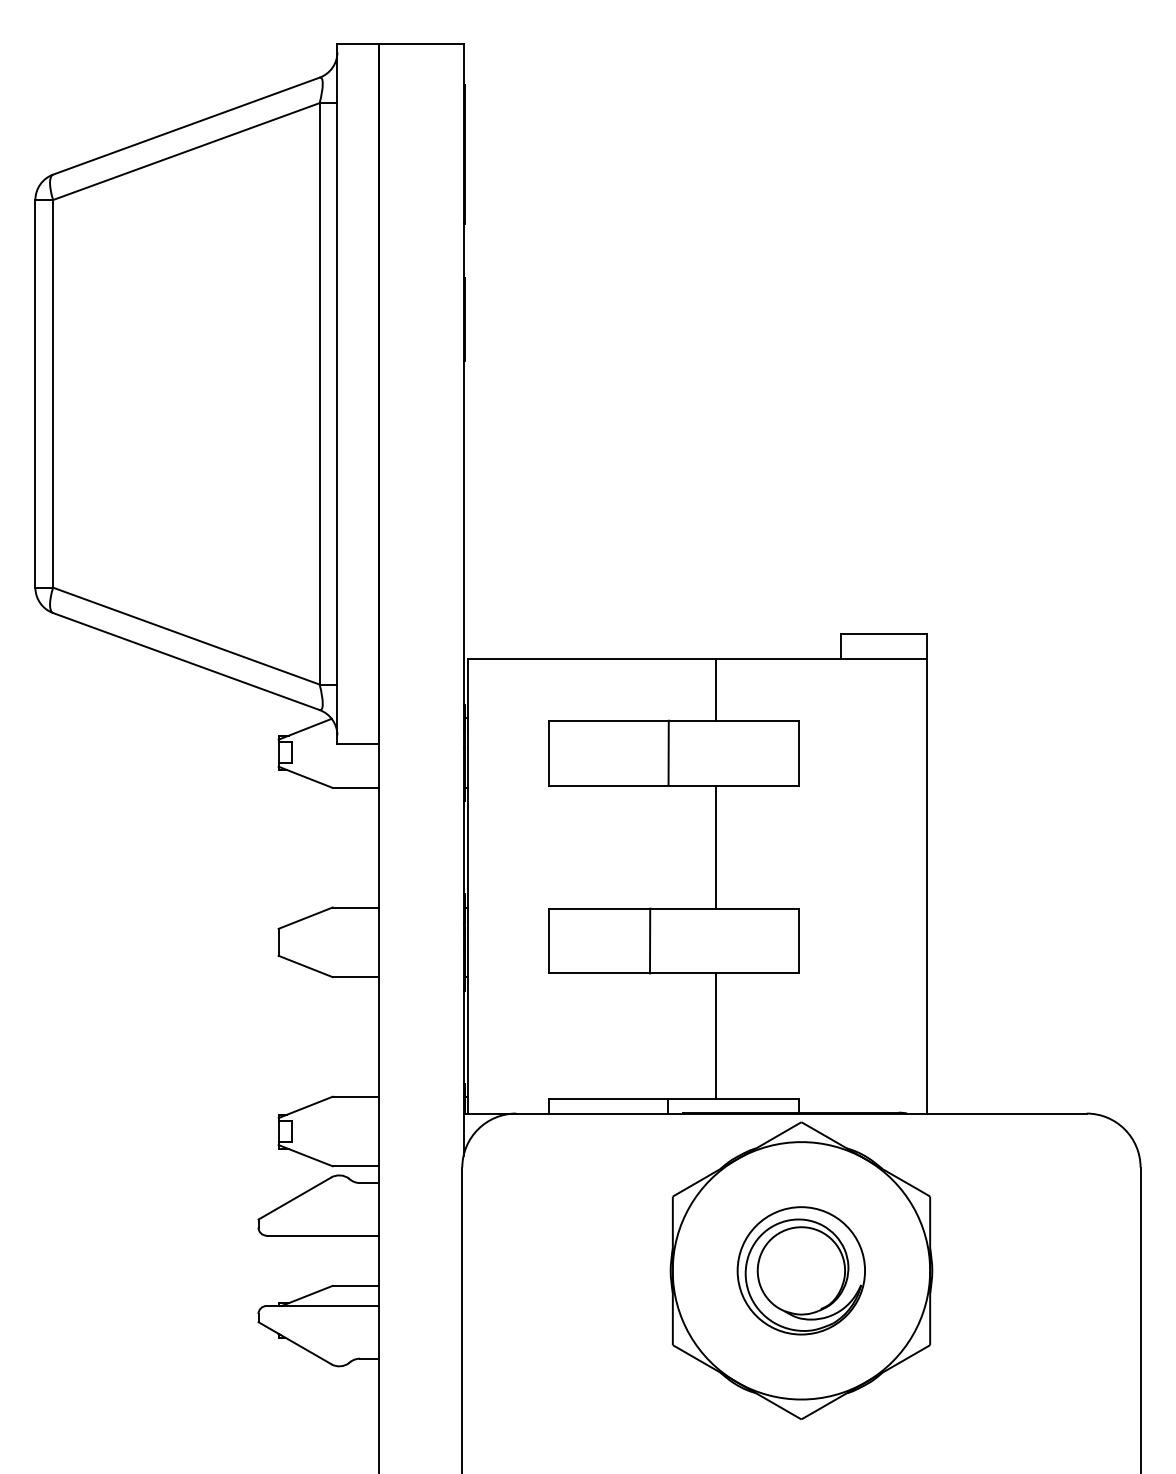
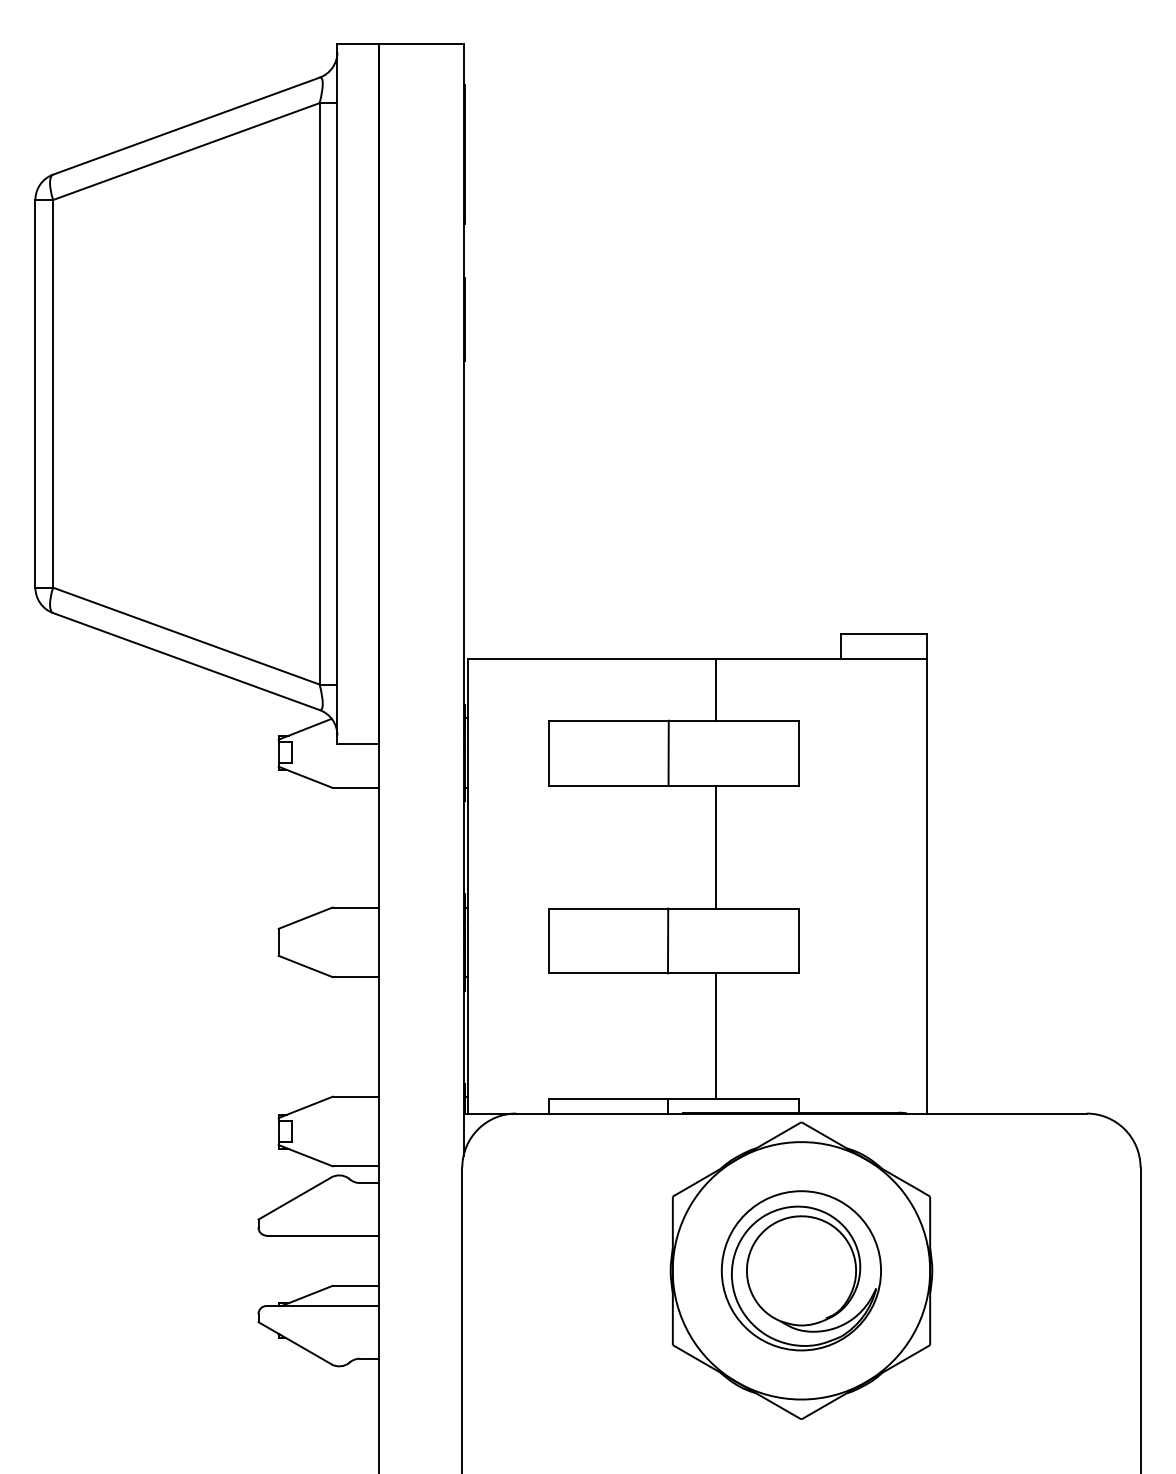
line at (650, 940) position: (650, 940) -> (668, 940)
part at (800, 1270) size: 130x130 px -> 162x162 px
